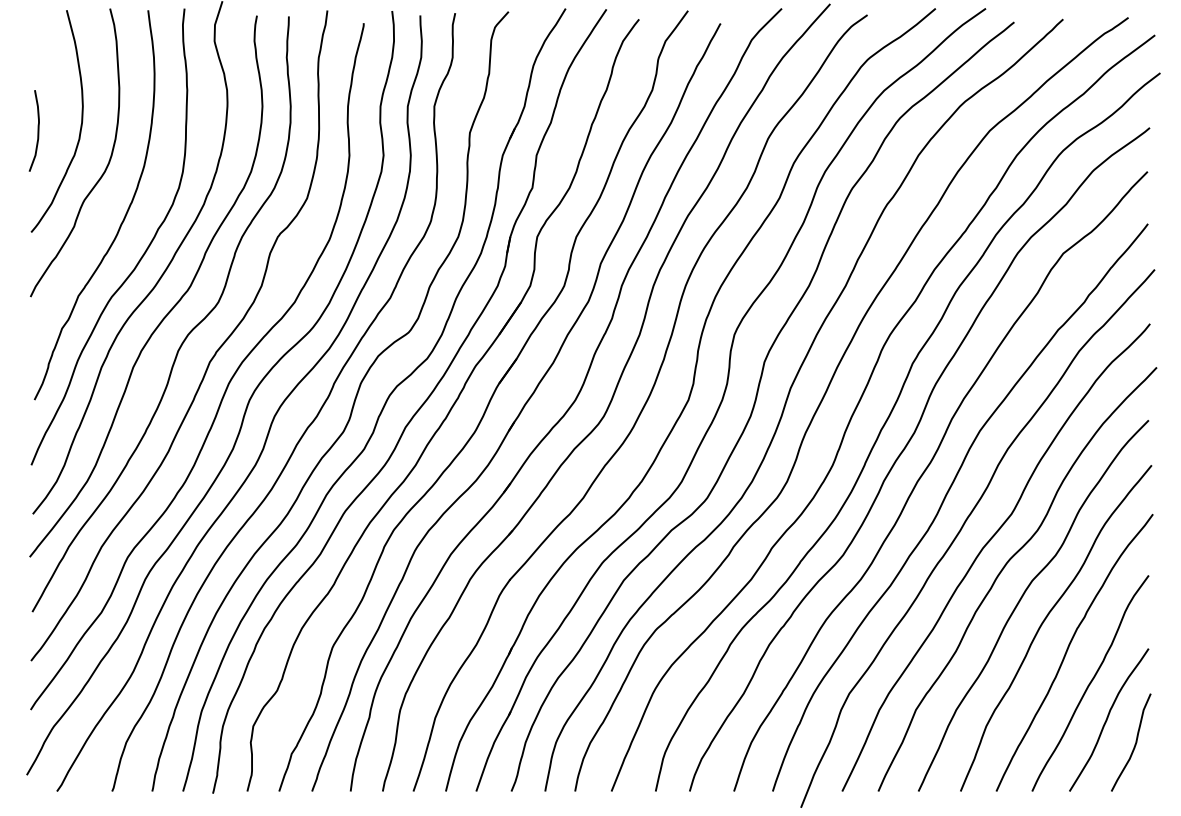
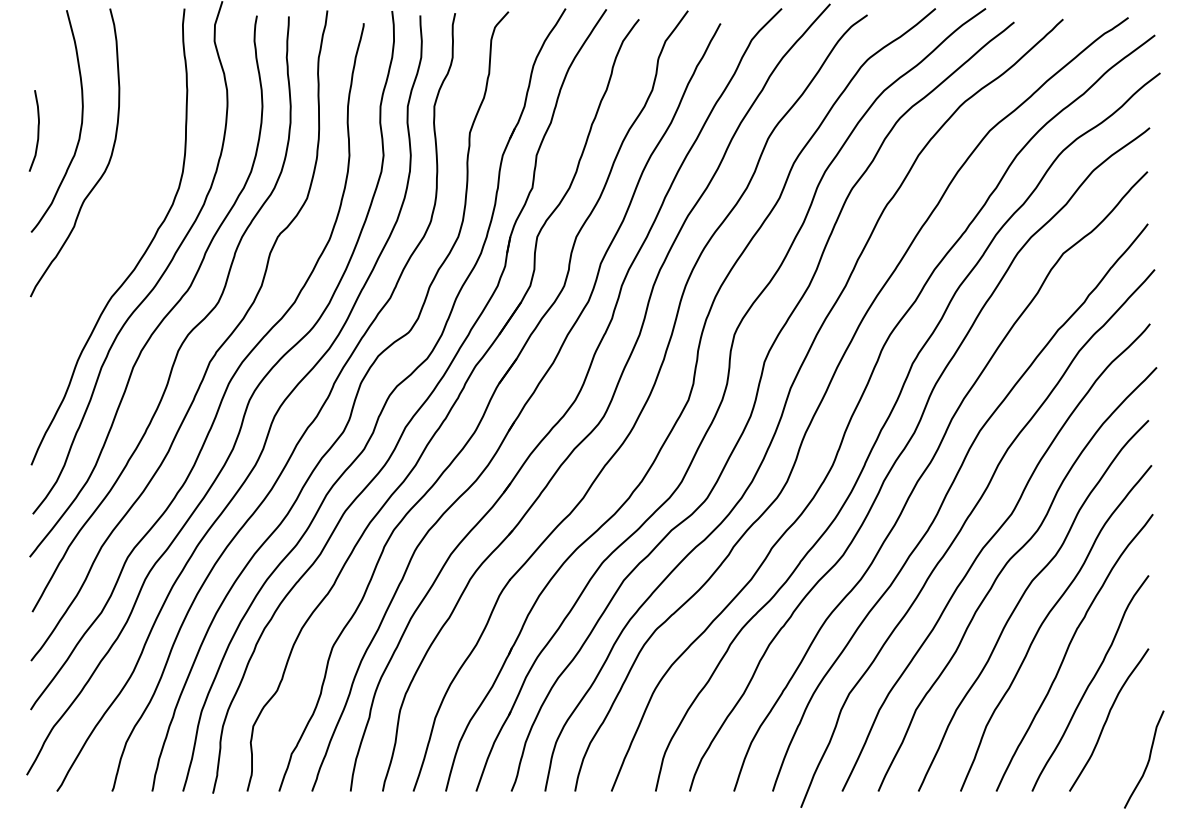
curve at (124, 215): present -> none
curve at (1134, 744) position: (1134, 744) -> (1147, 761)
